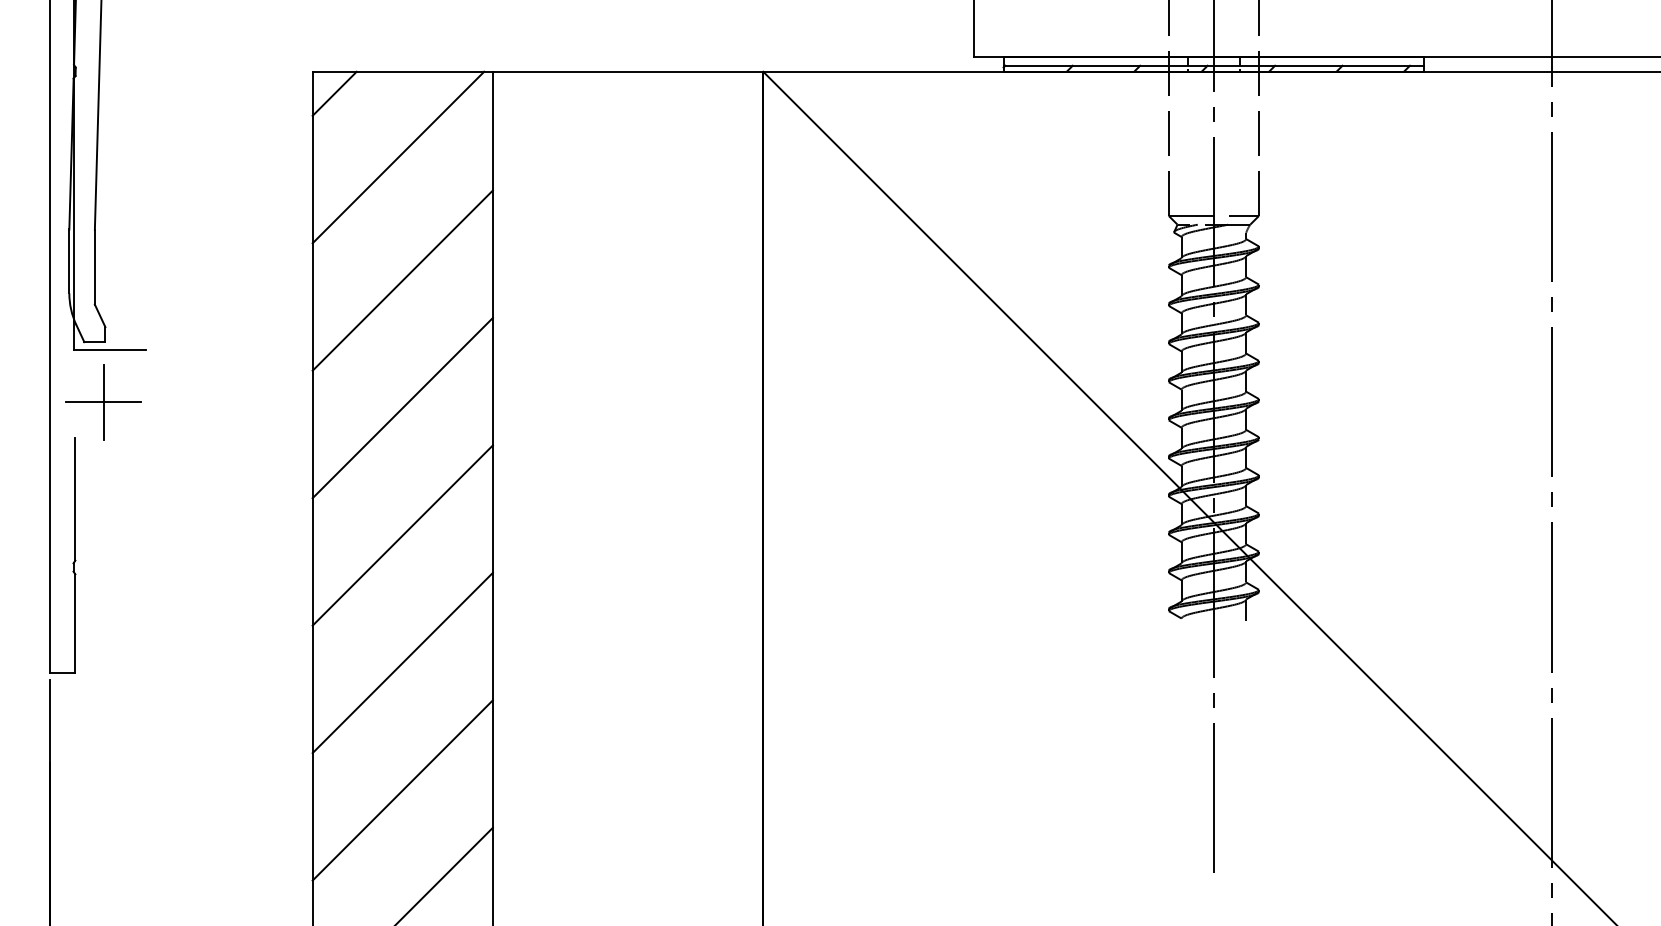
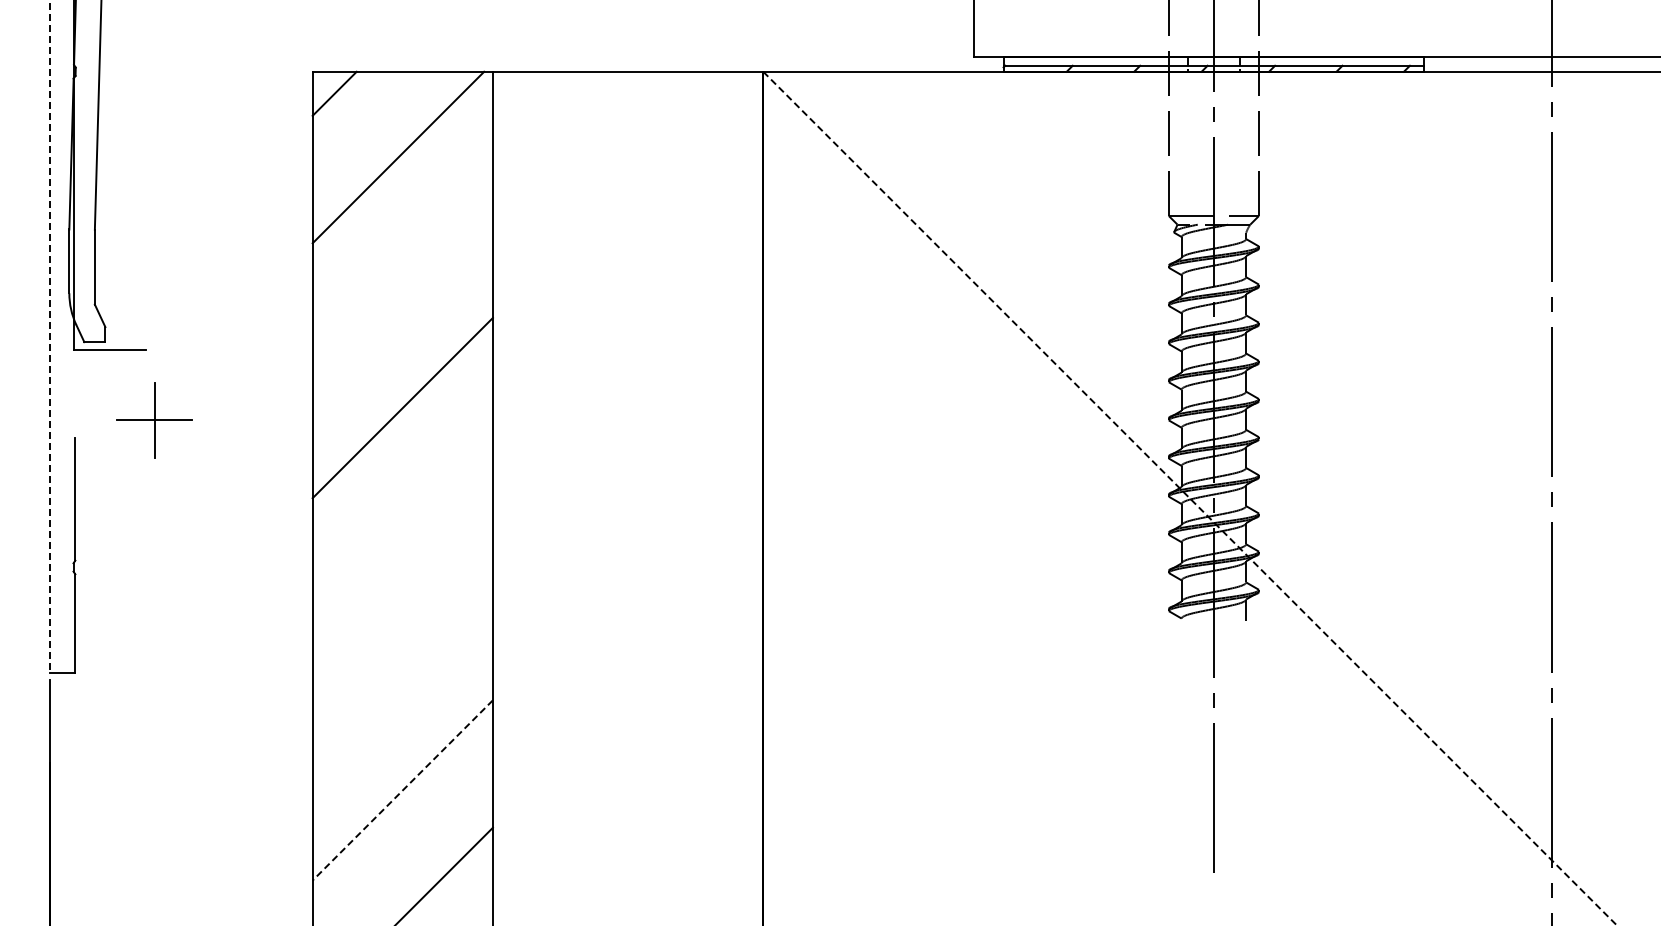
line at (402, 280): present -> none
line at (49, 336): solid -> dashed
part at (103, 402) position: (103, 402) -> (154, 420)
line at (1190, 498): solid -> dashed
line at (402, 535): present -> none
line at (402, 662): present -> none
line at (402, 790): solid -> dashed
